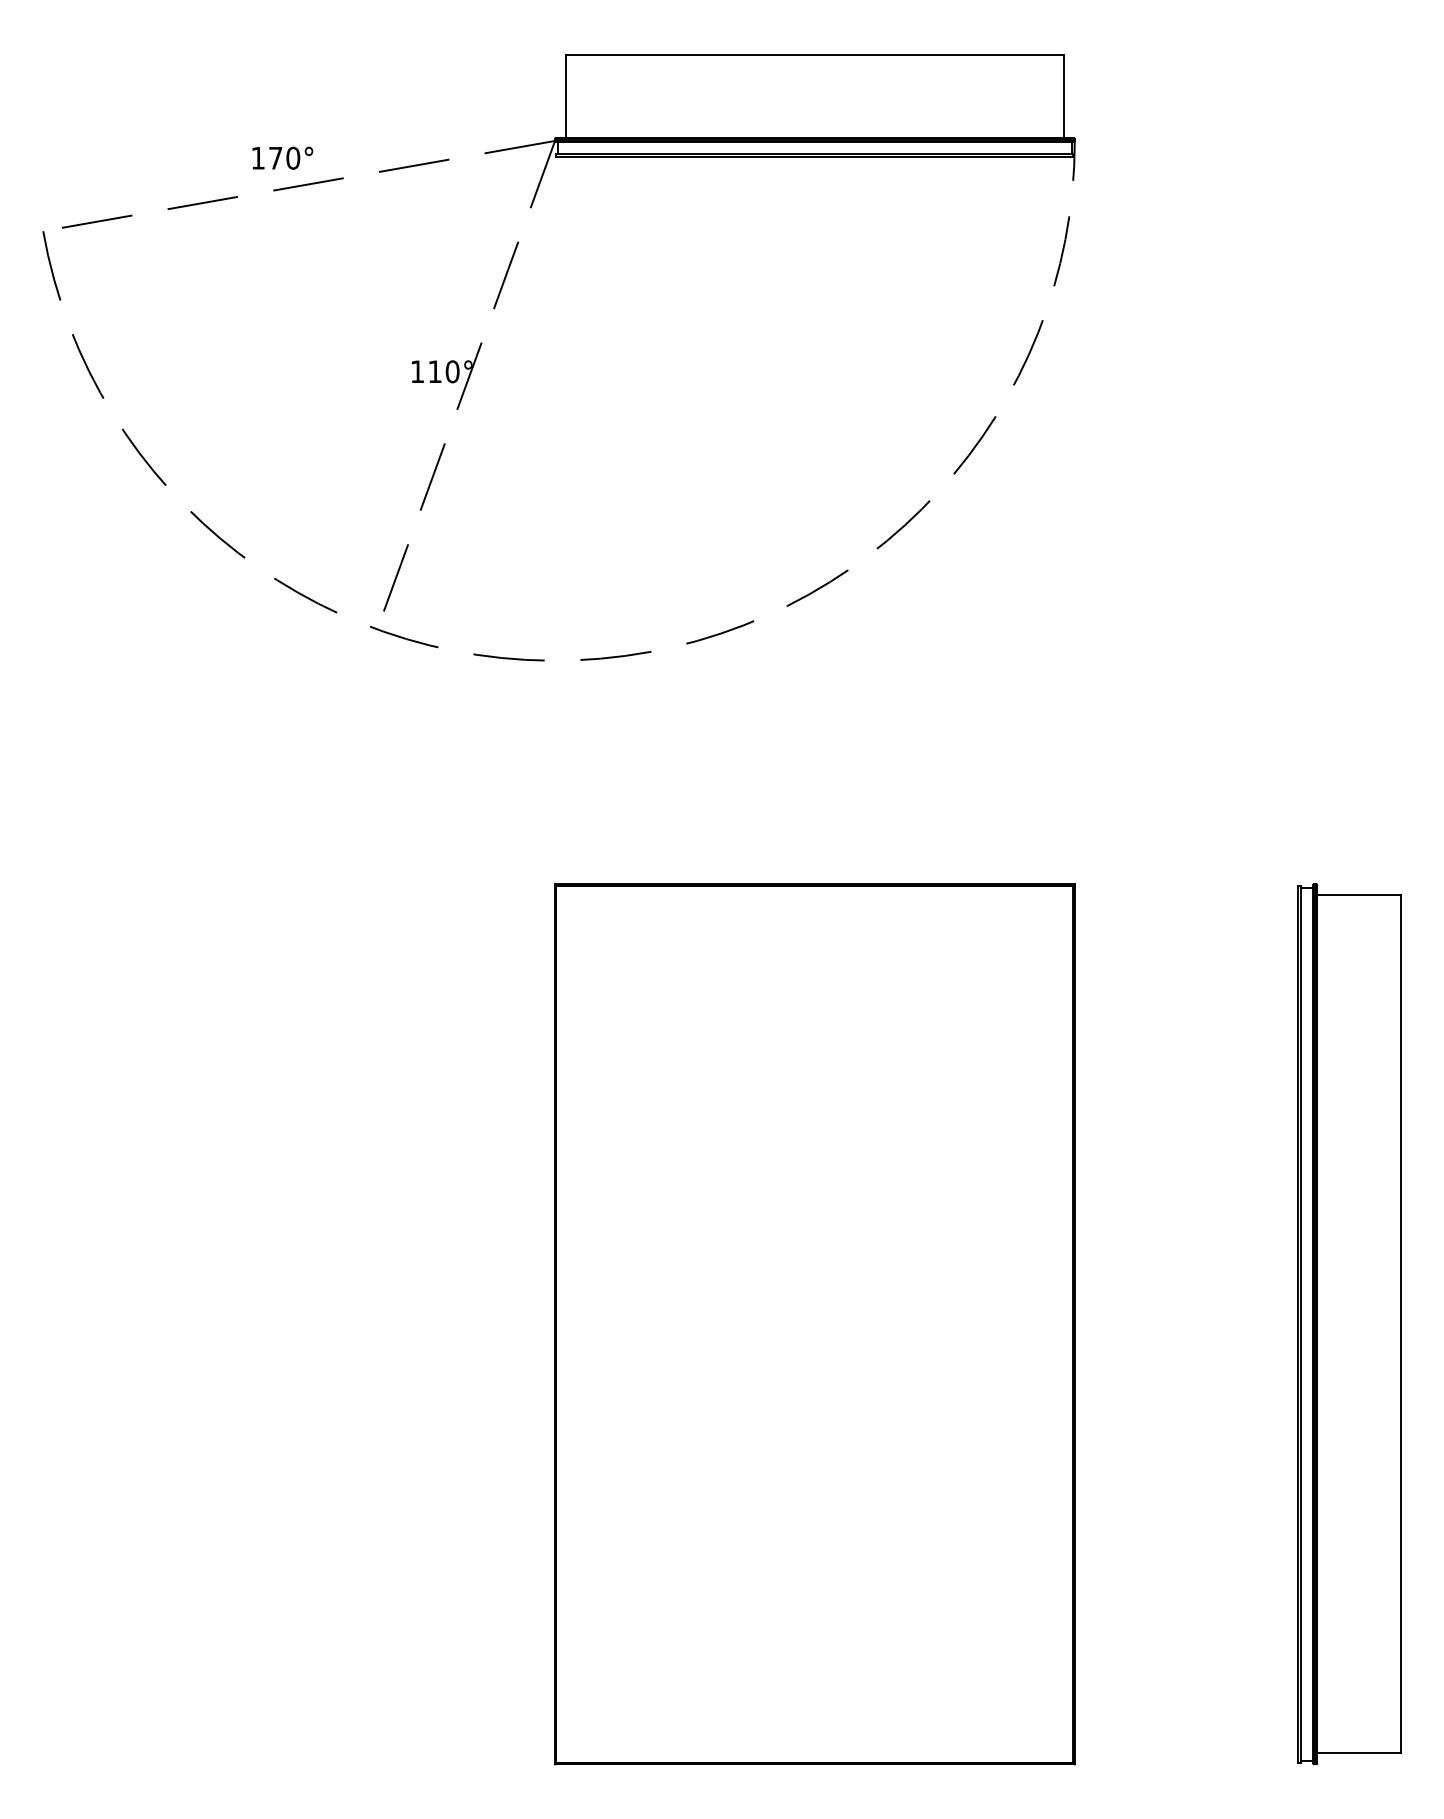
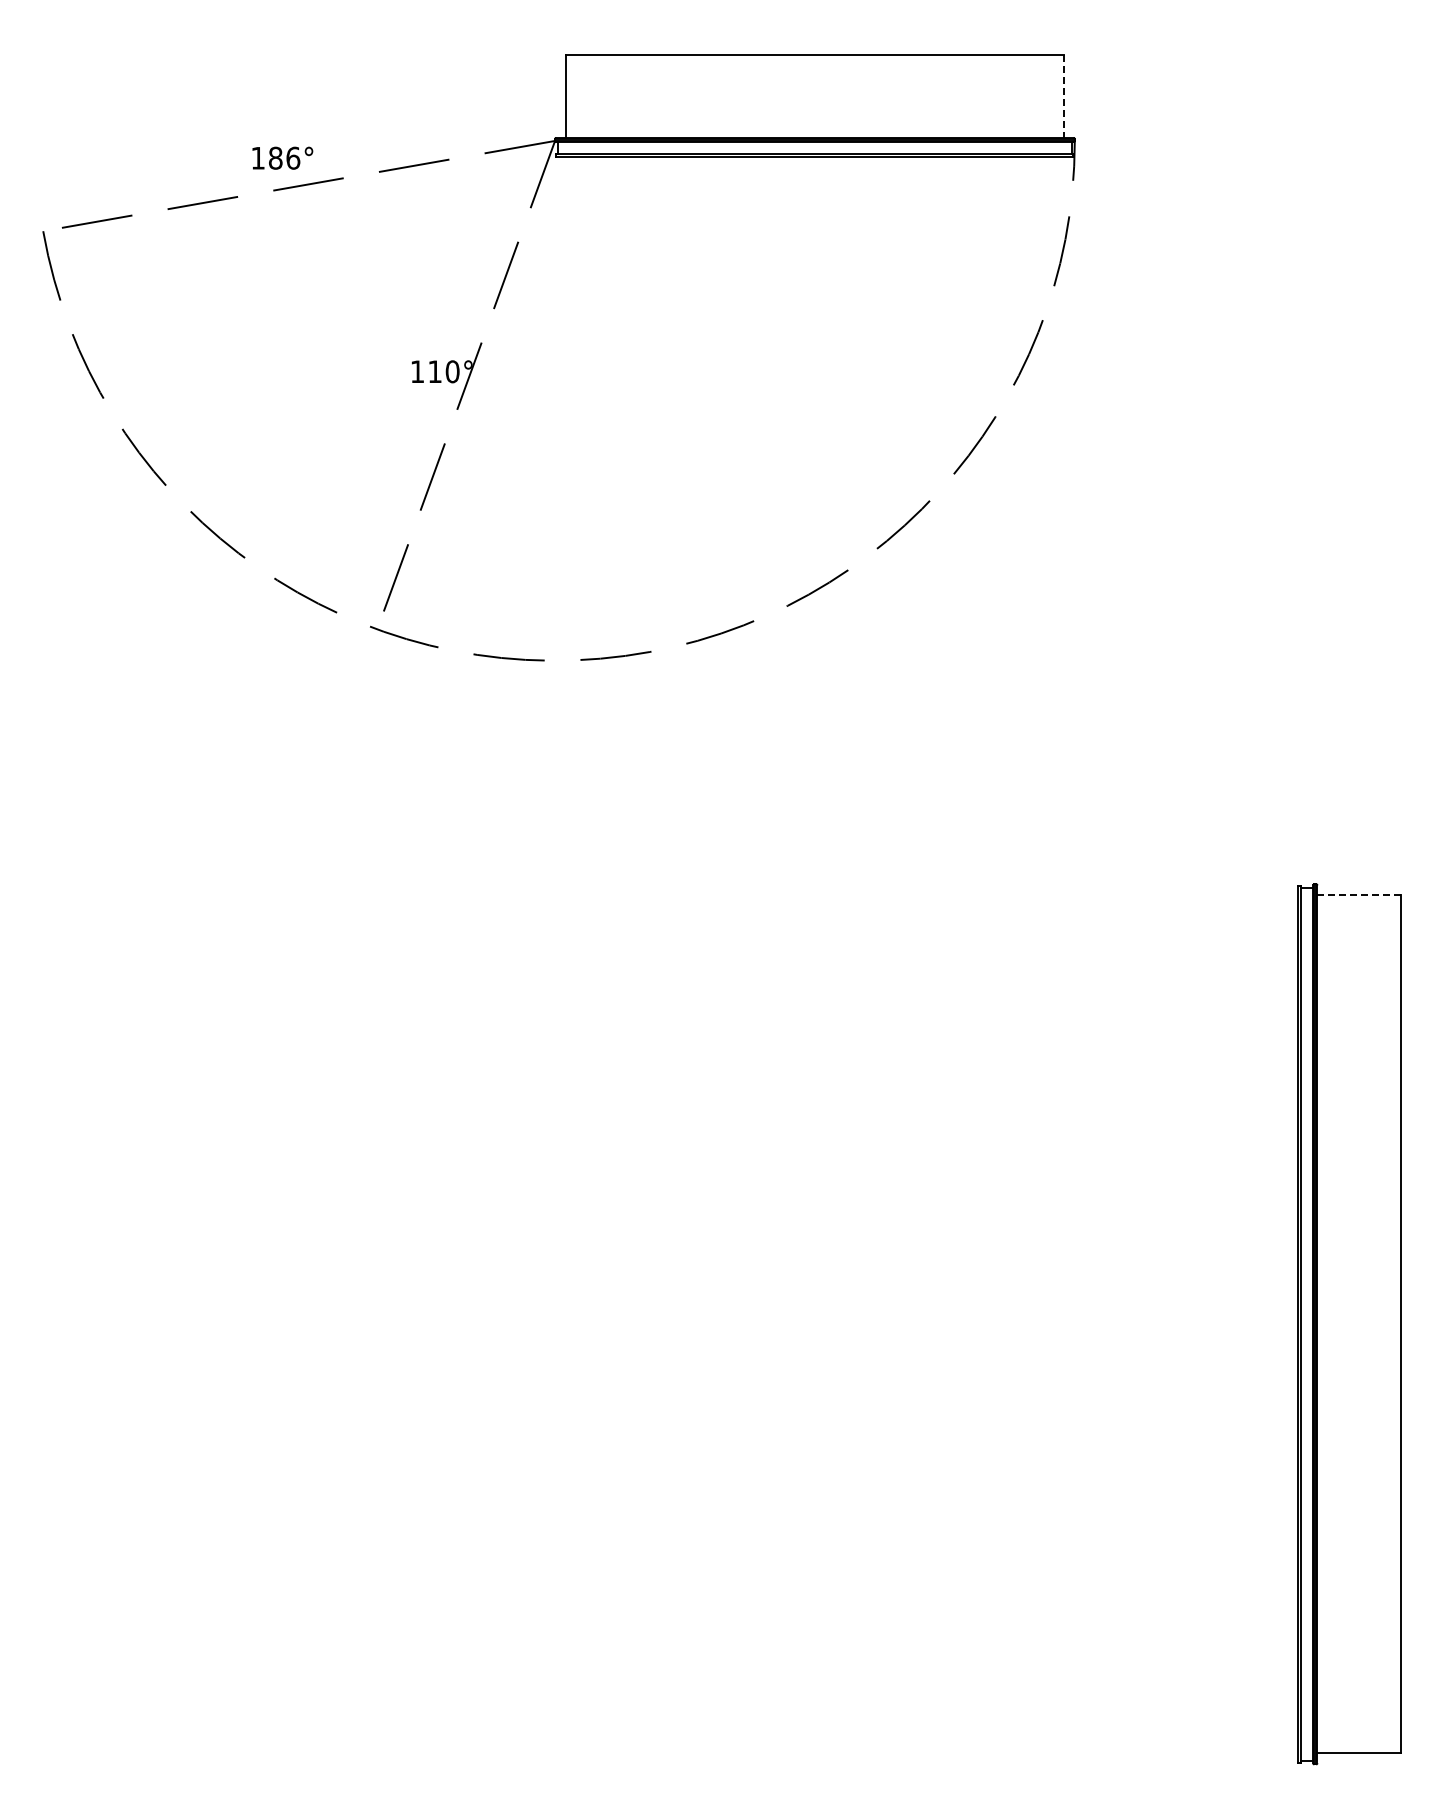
line at (1063, 96): solid -> dashed
text at (284, 157): 170° -> 186°
line at (1359, 895): solid -> dashed
part at (814, 1324): present -> none
